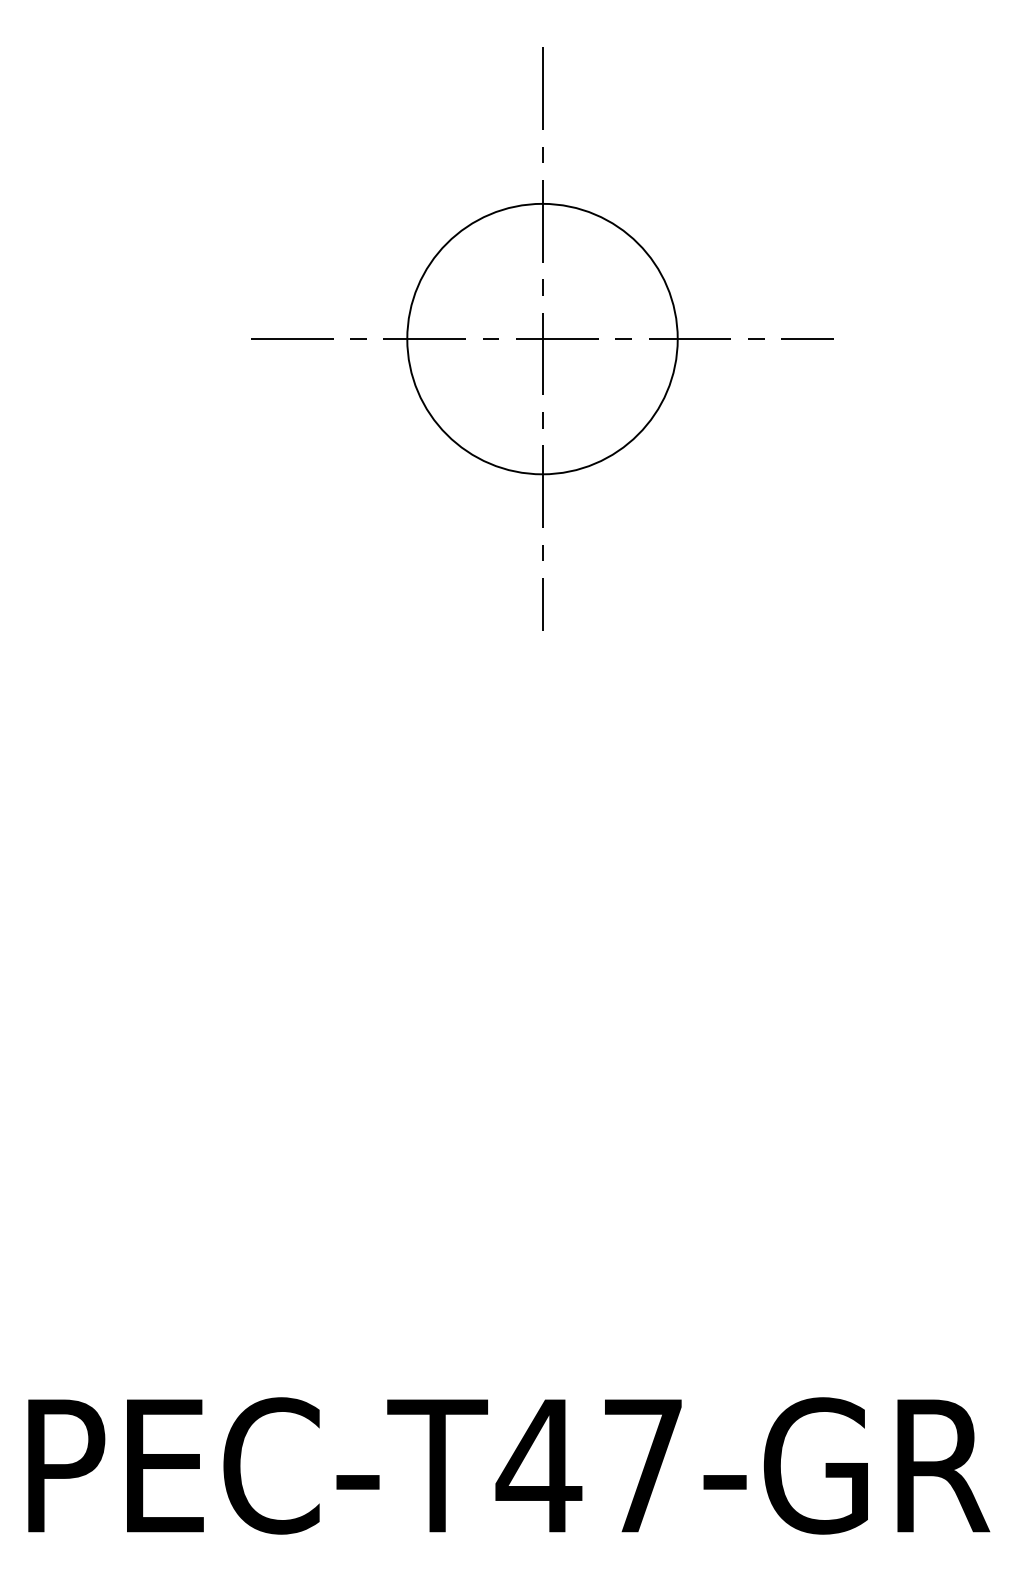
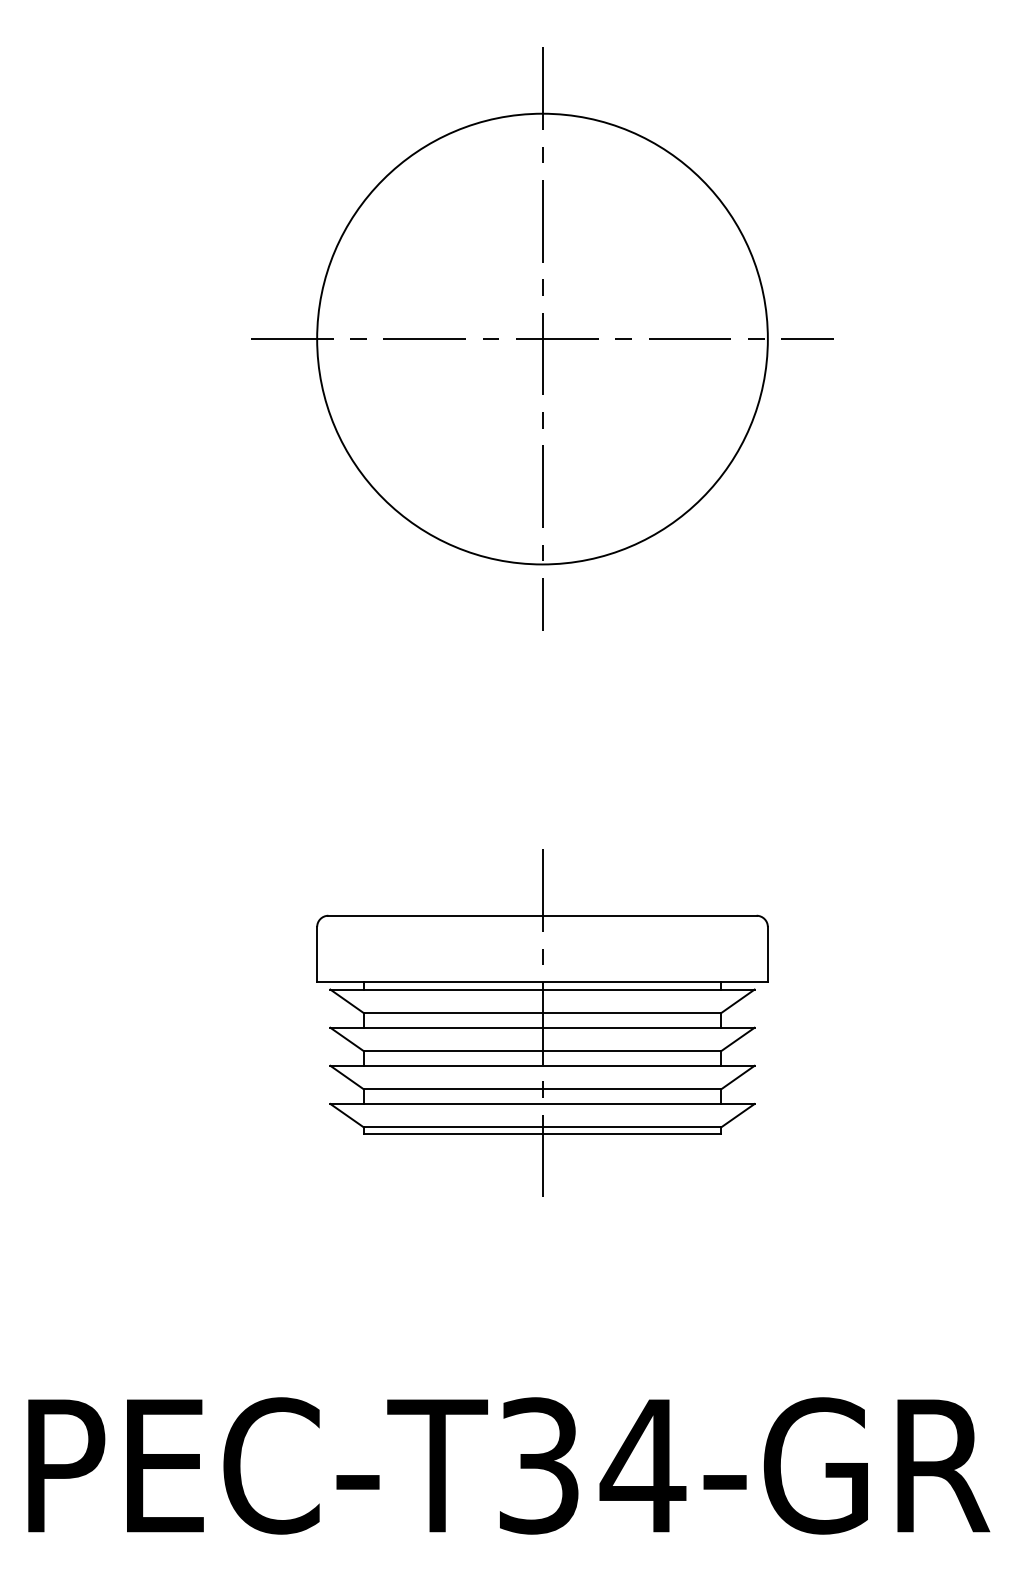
circle at (542, 338) diameter: 270 px -> 451 px
part at (542, 1022): none -> present
text at (590, 1465): PEC-T47-GR -> PEC-T34-GR
